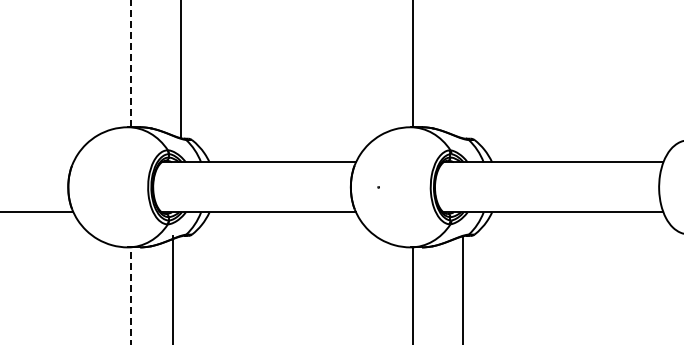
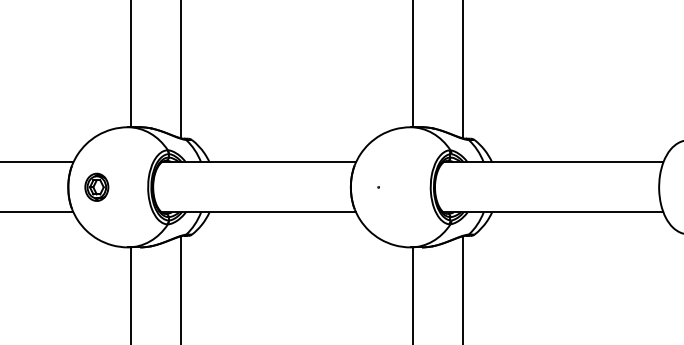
line at (131, 63): dashed -> solid
line at (463, 70): none -> present
line at (37, 162): none -> present
part at (96, 186): none -> present
line at (173, 288) position: (173, 288) -> (181, 288)
line at (131, 295): dashed -> solid
